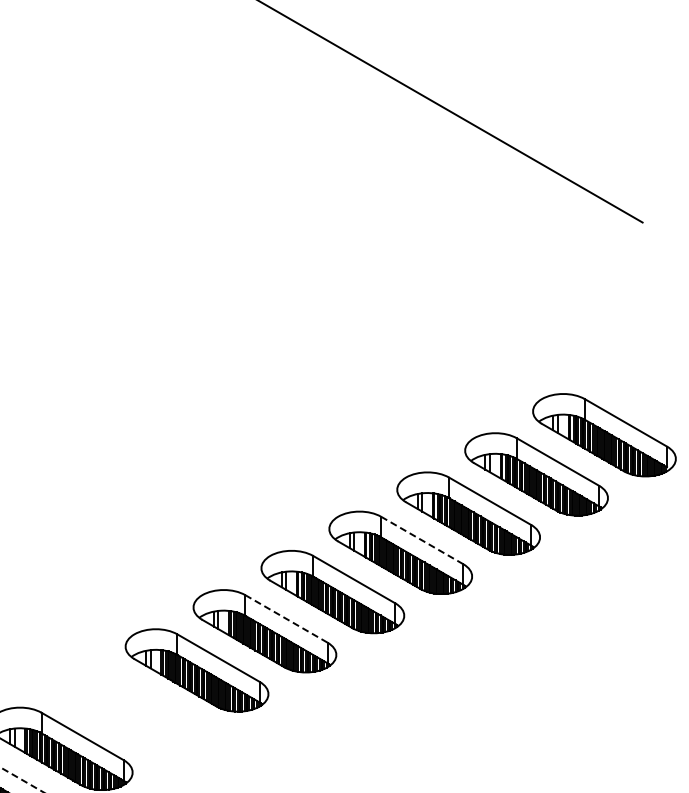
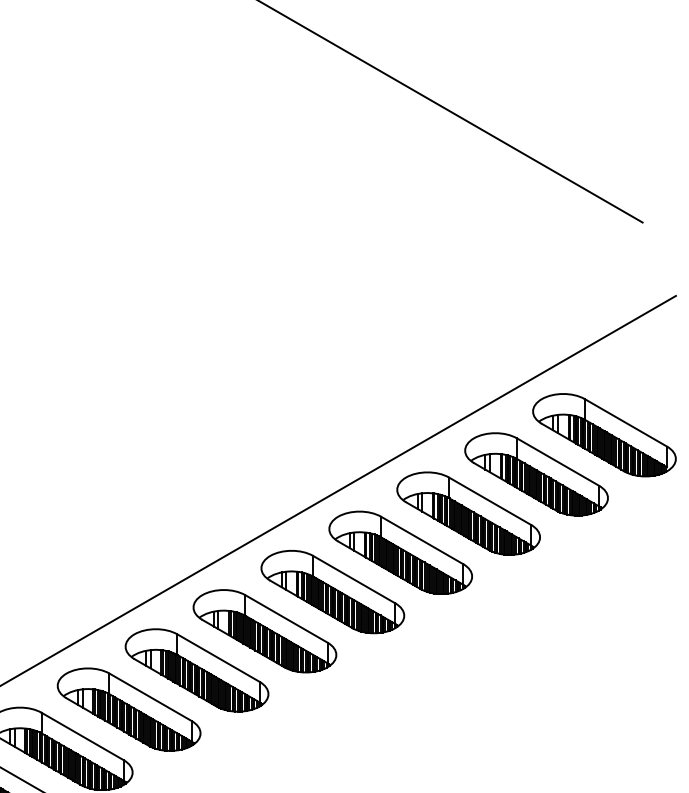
line at (338, 490): none -> present
line at (422, 540): dashed -> solid
line at (286, 619): dashed -> solid
part at (128, 709): none -> present
line at (22, 780): dashed -> solid
